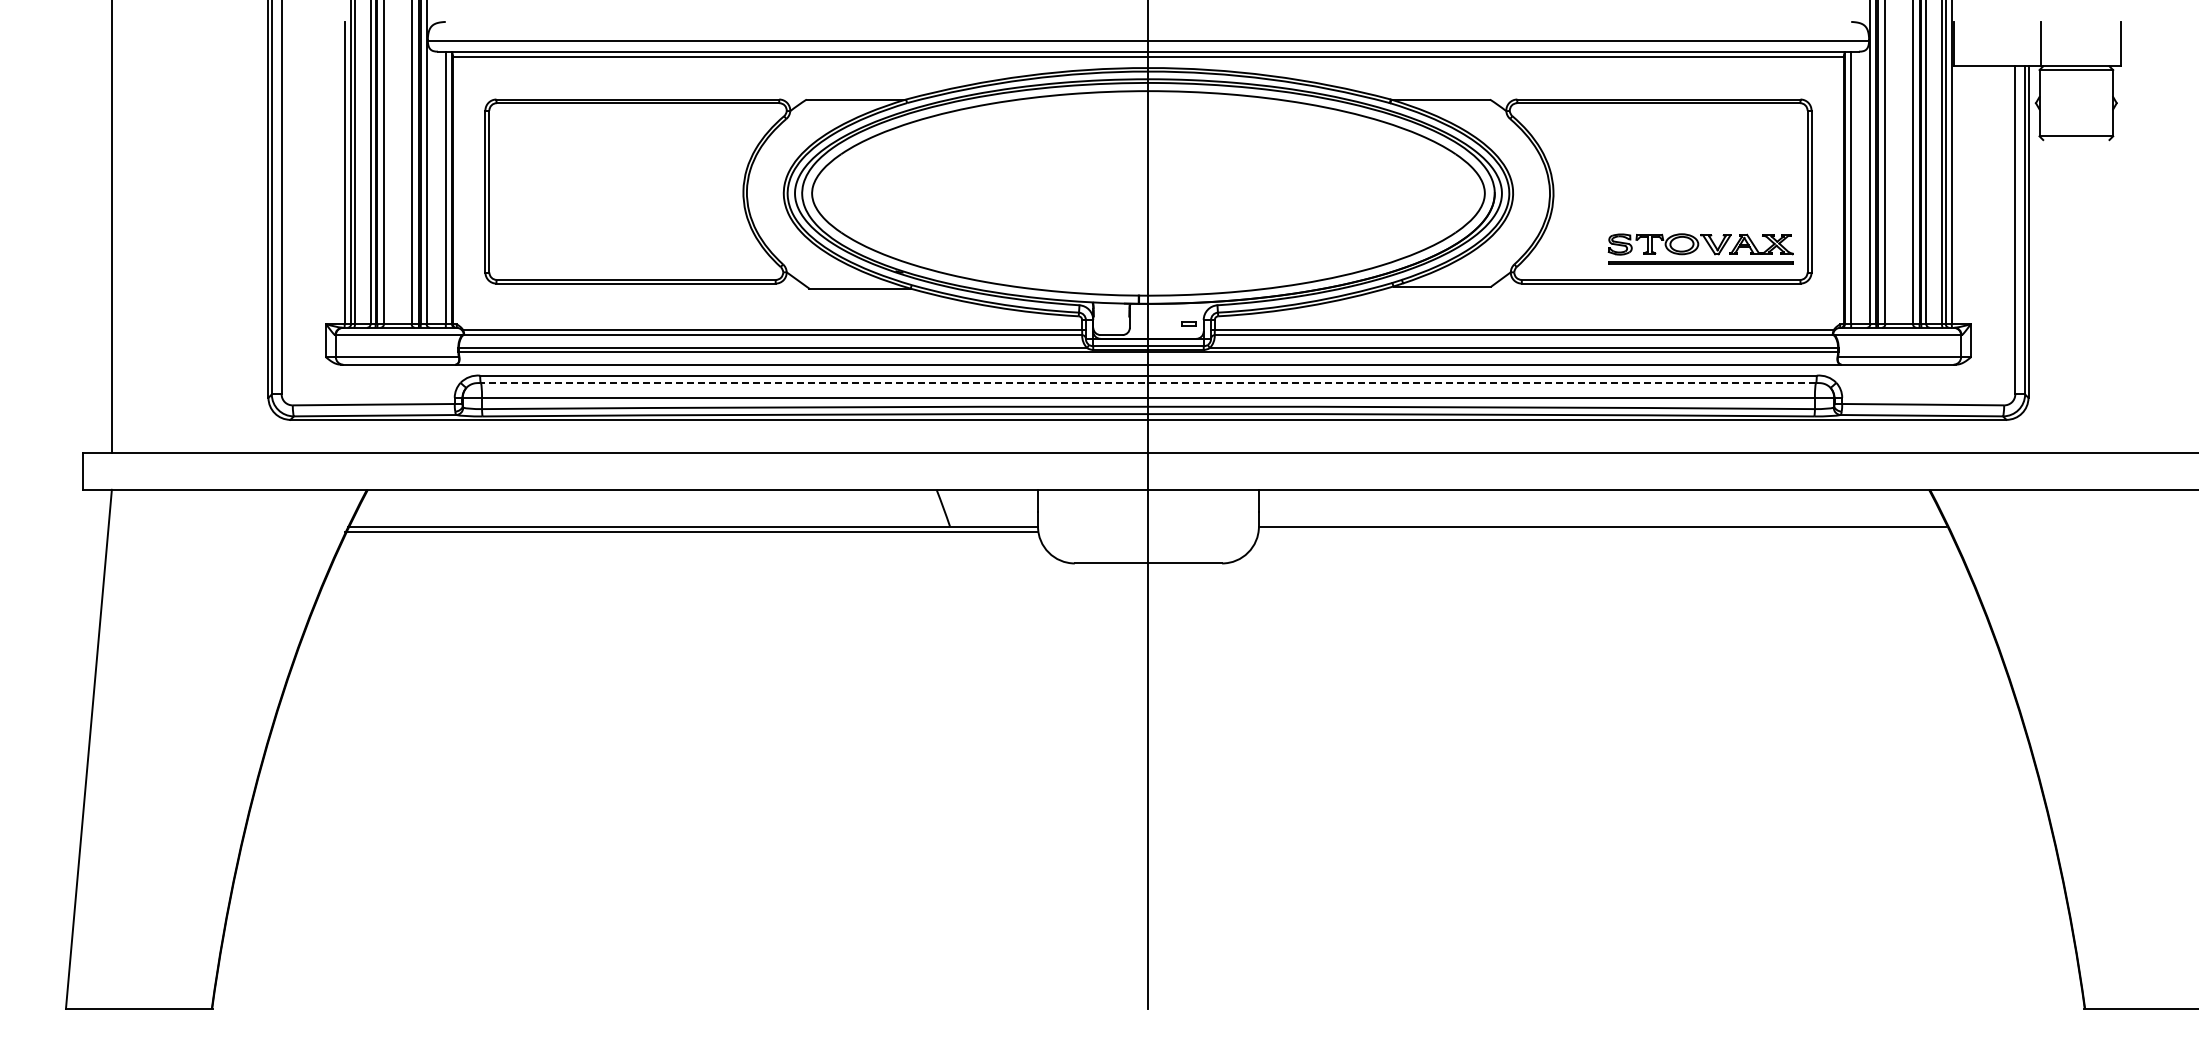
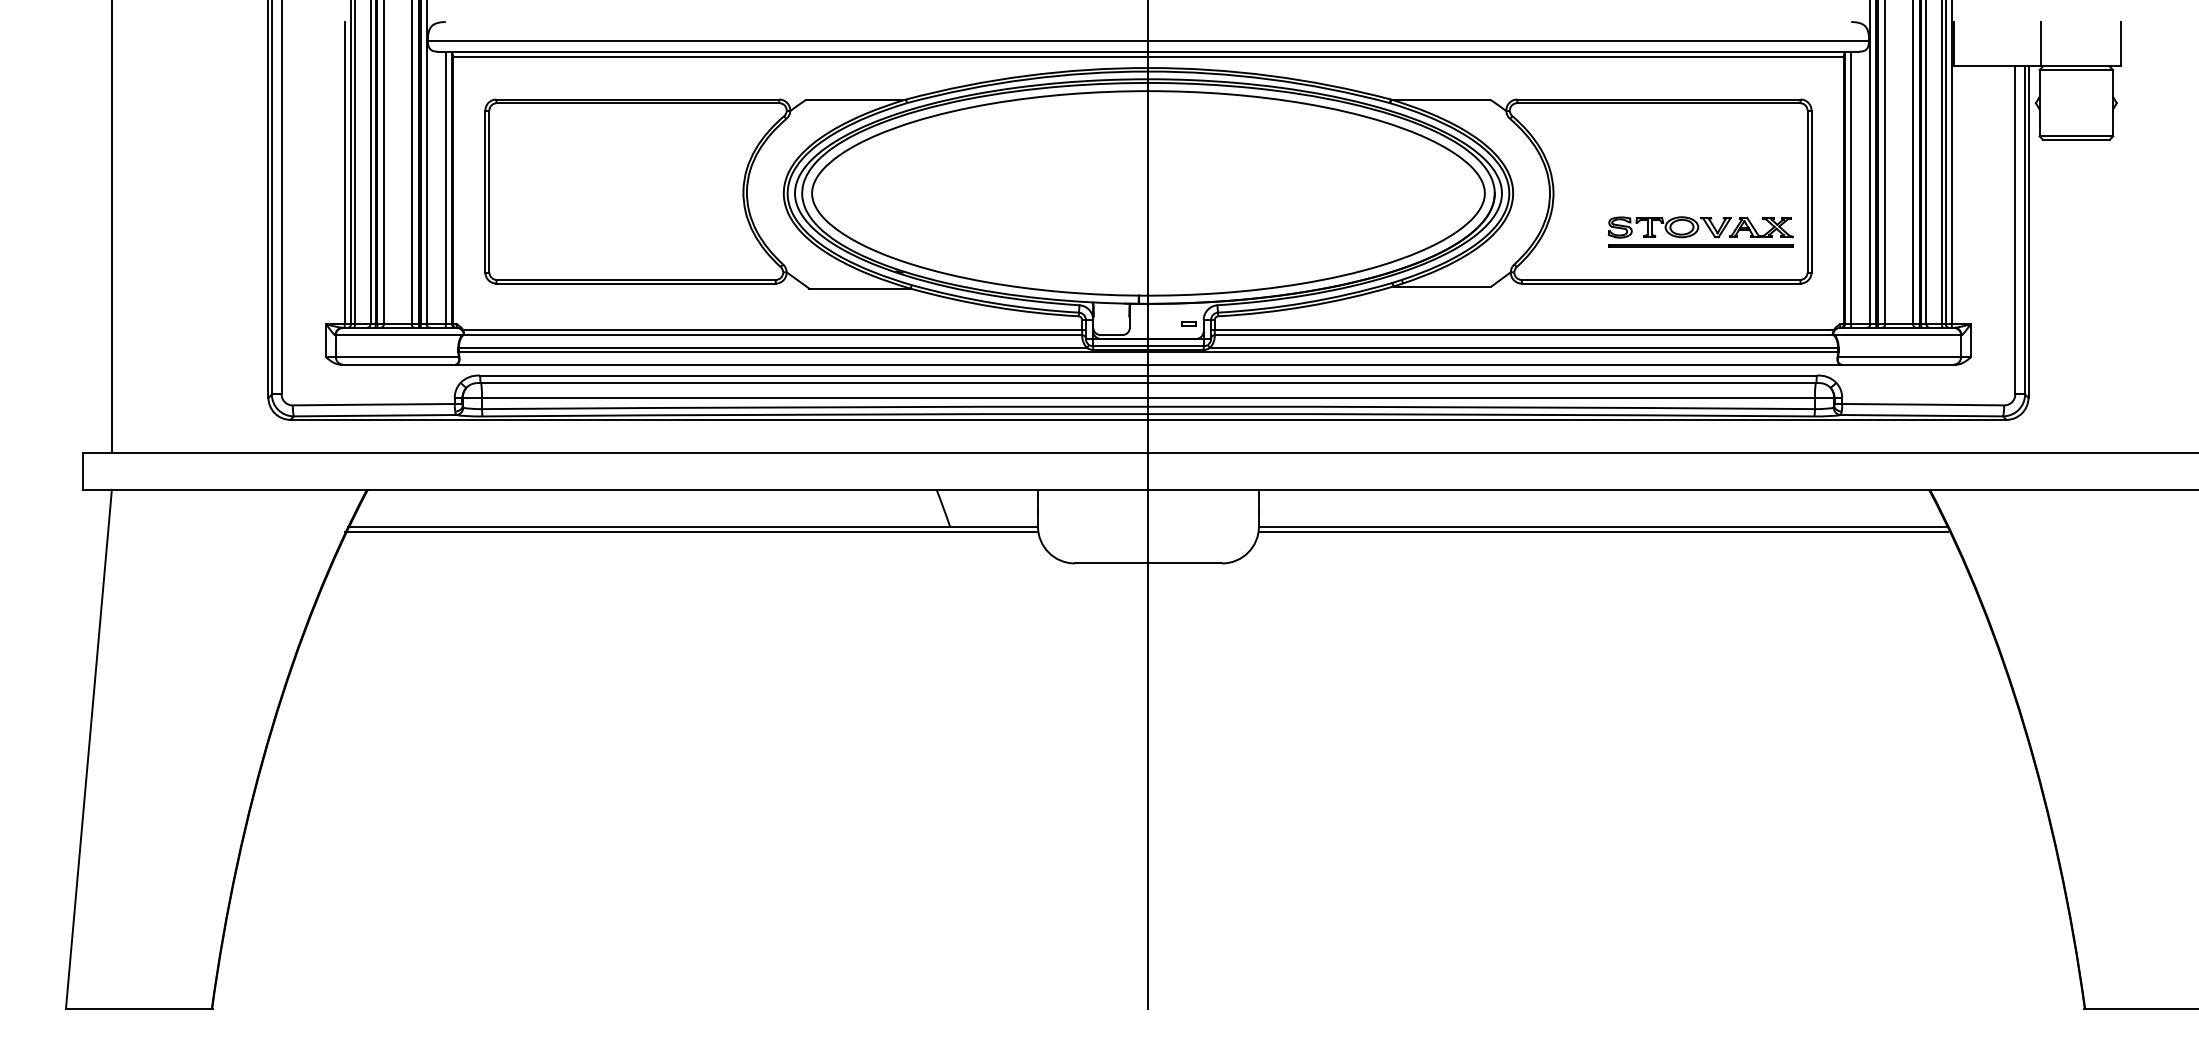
line at (2076, 140): none -> present
part at (1700, 248) position: (1700, 248) -> (1700, 231)
line at (1148, 383): dashed -> solid
line at (1603, 532): none -> present
